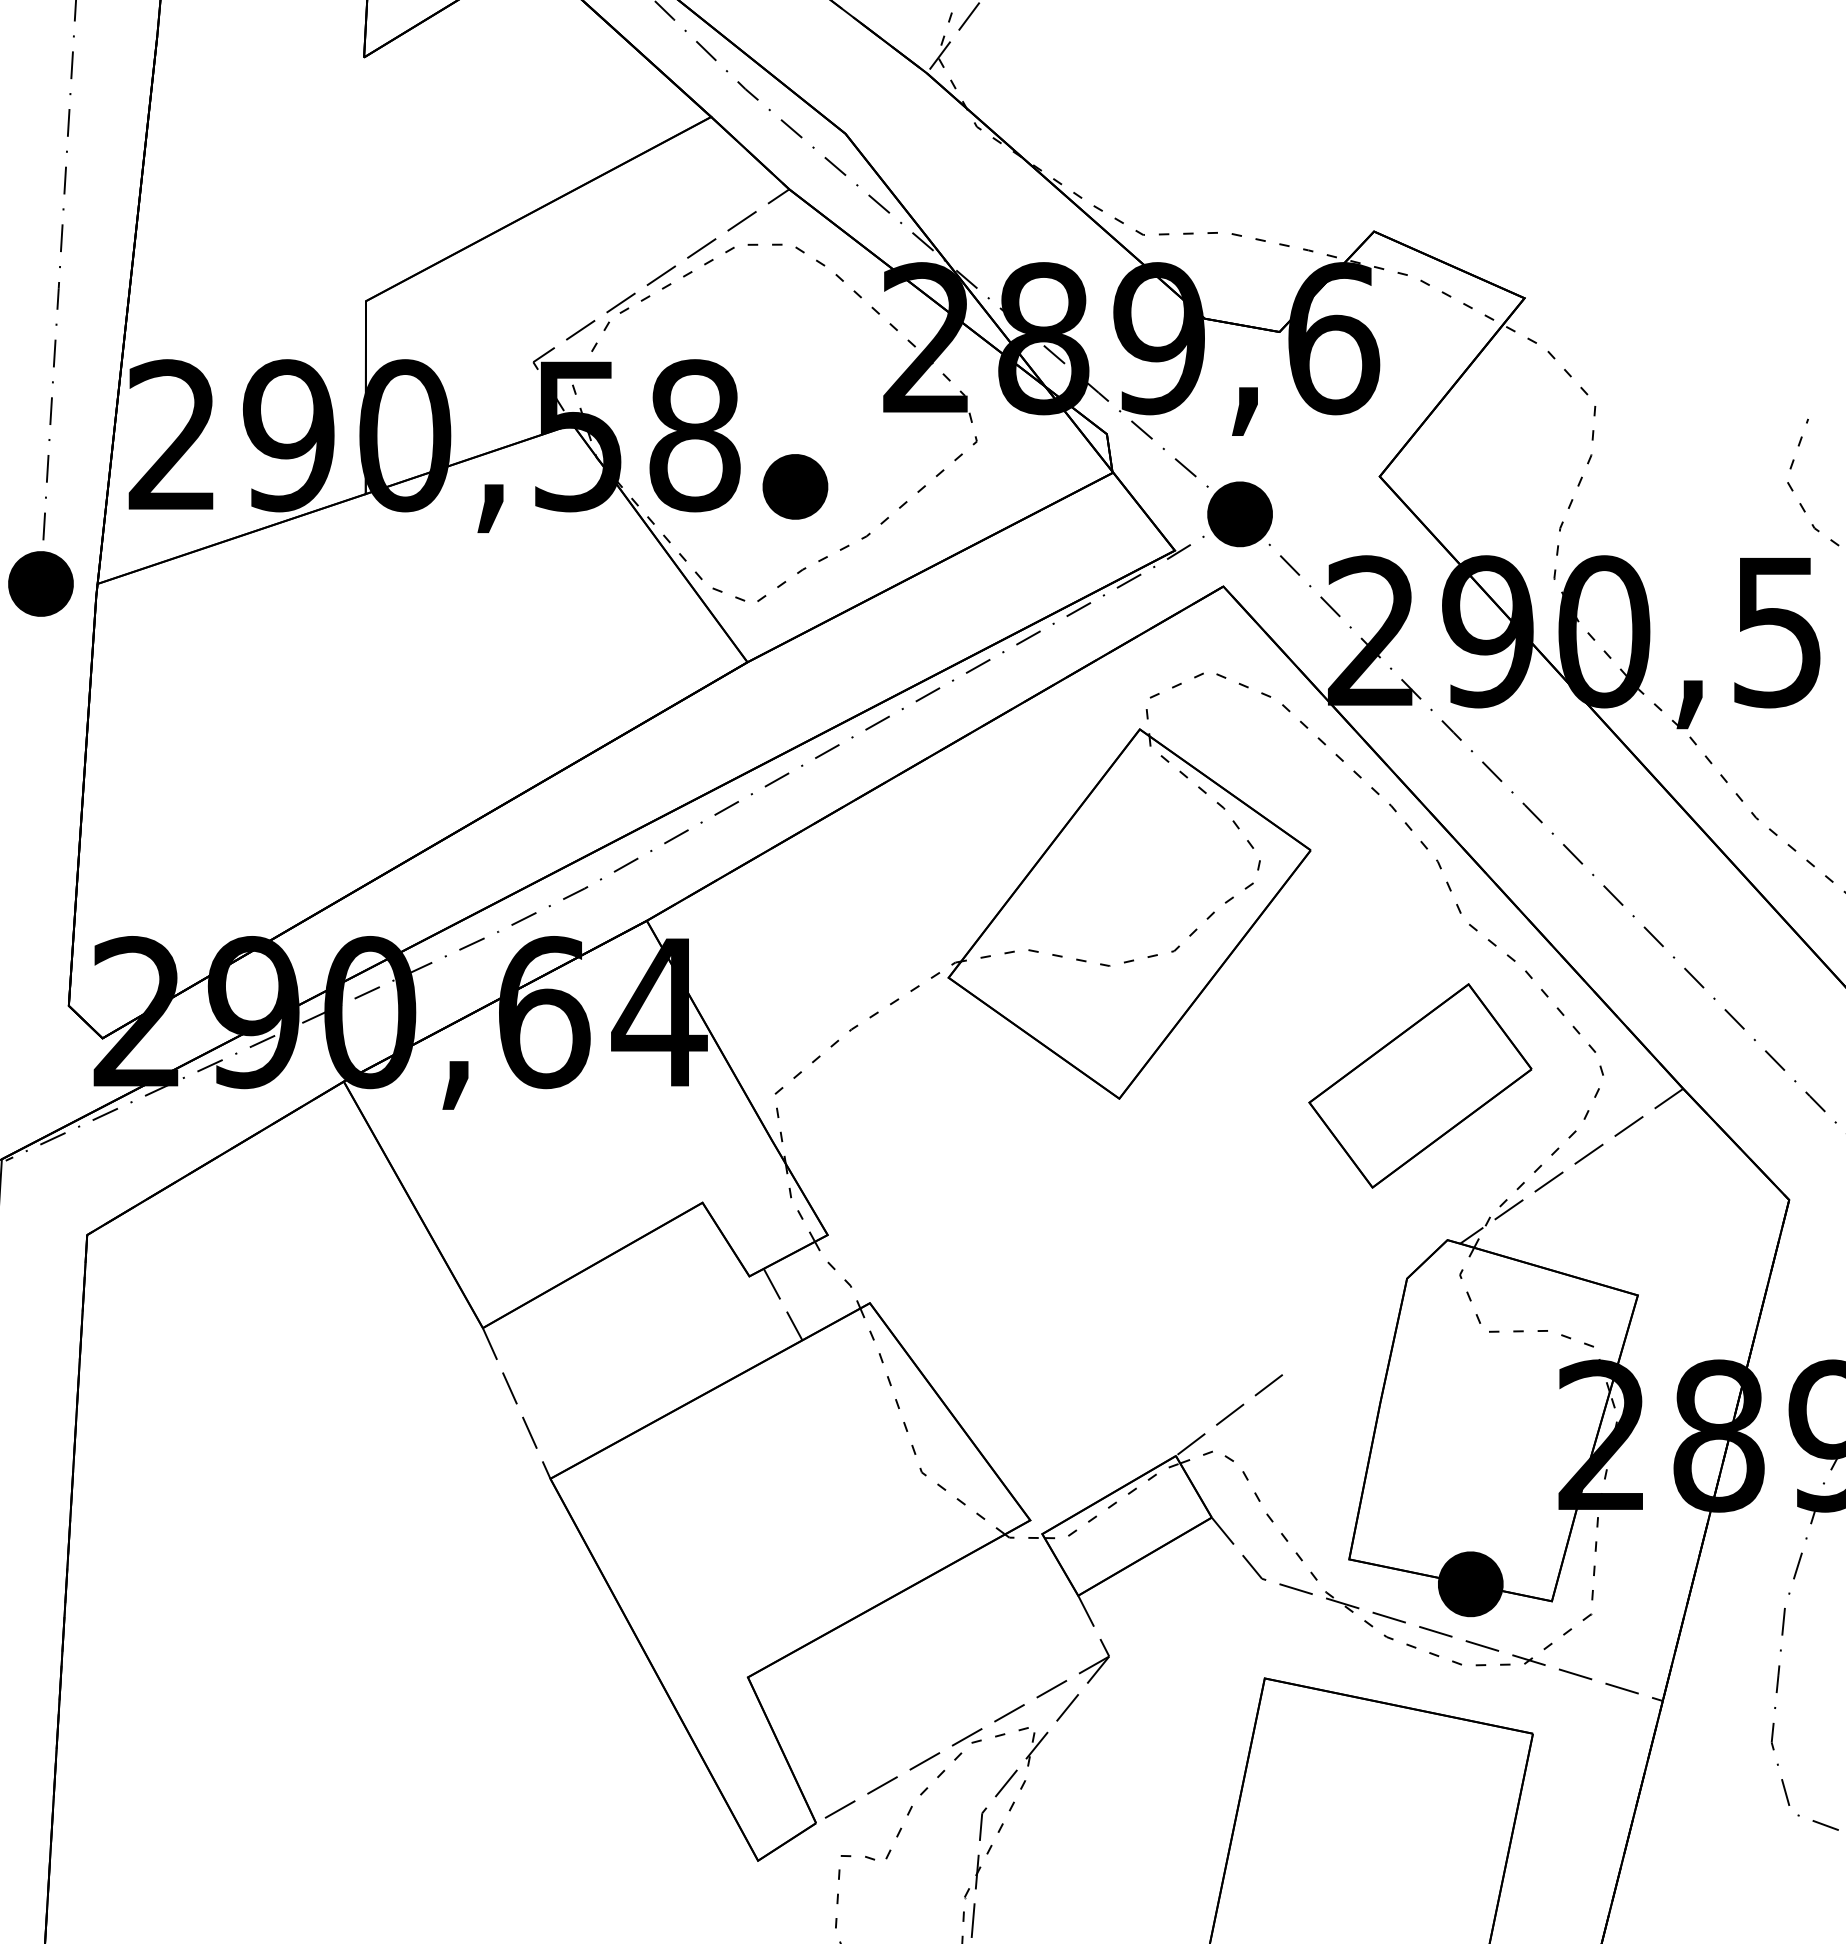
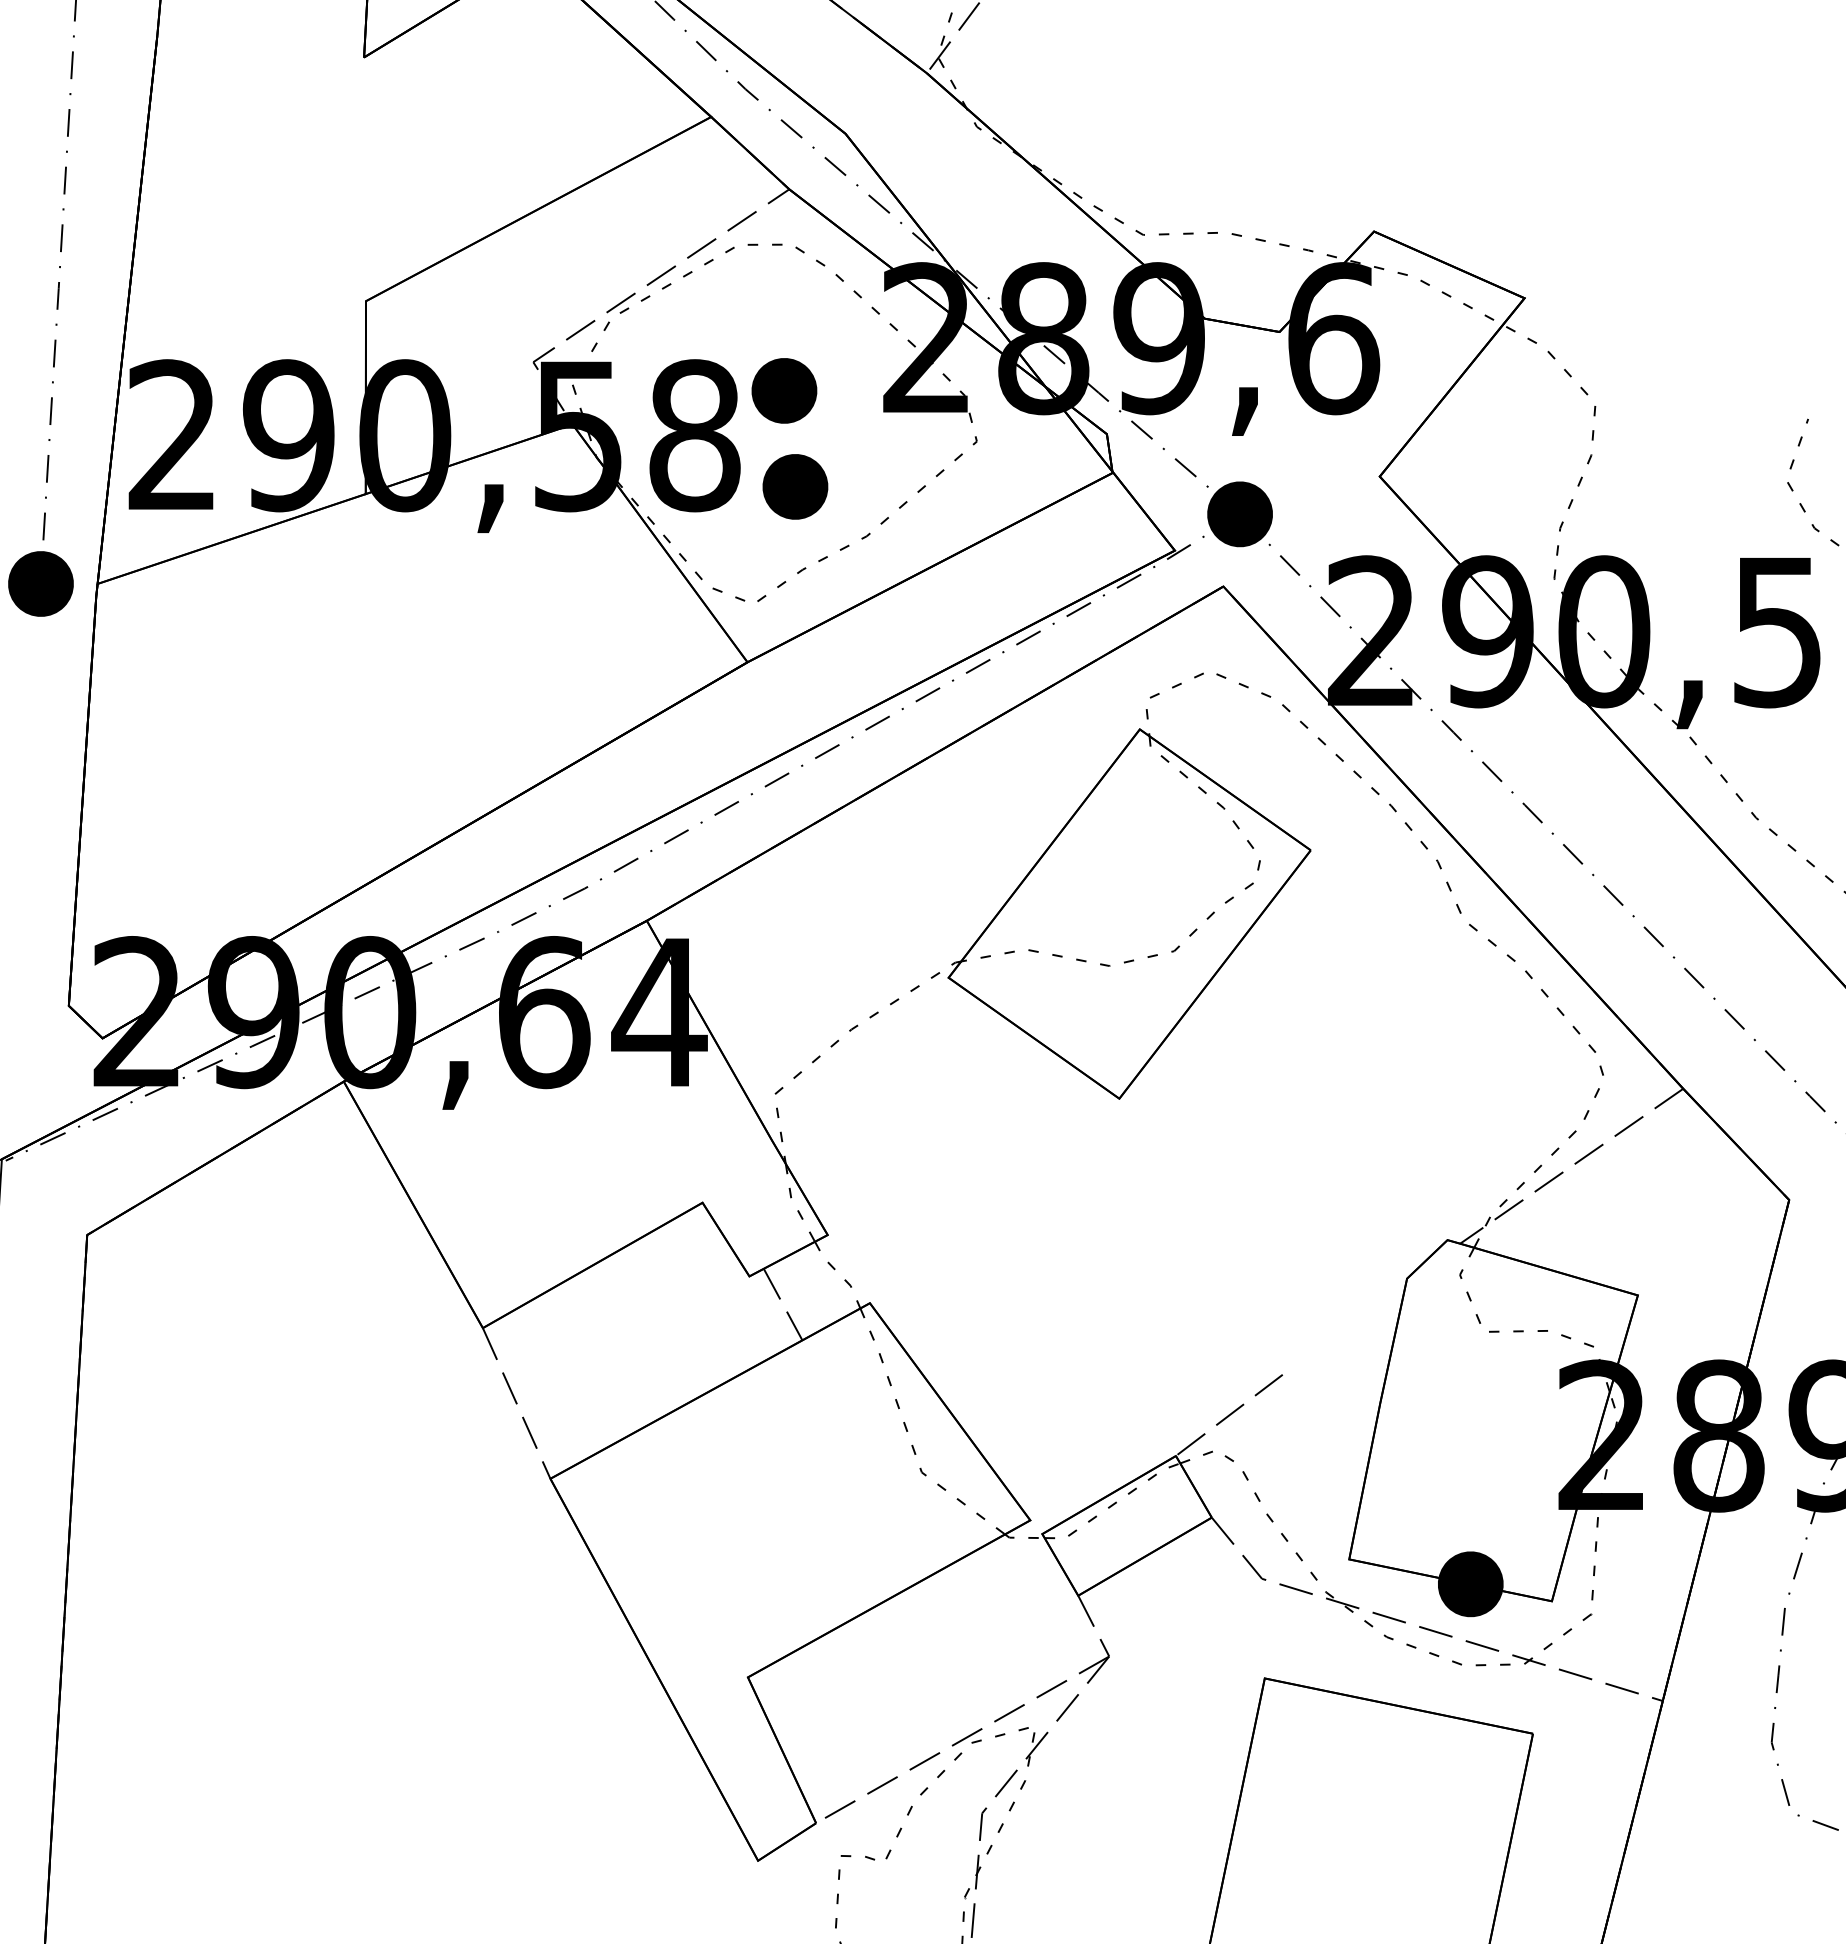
part at (784, 390): none -> present
part at (1420, 1085): present -> none
